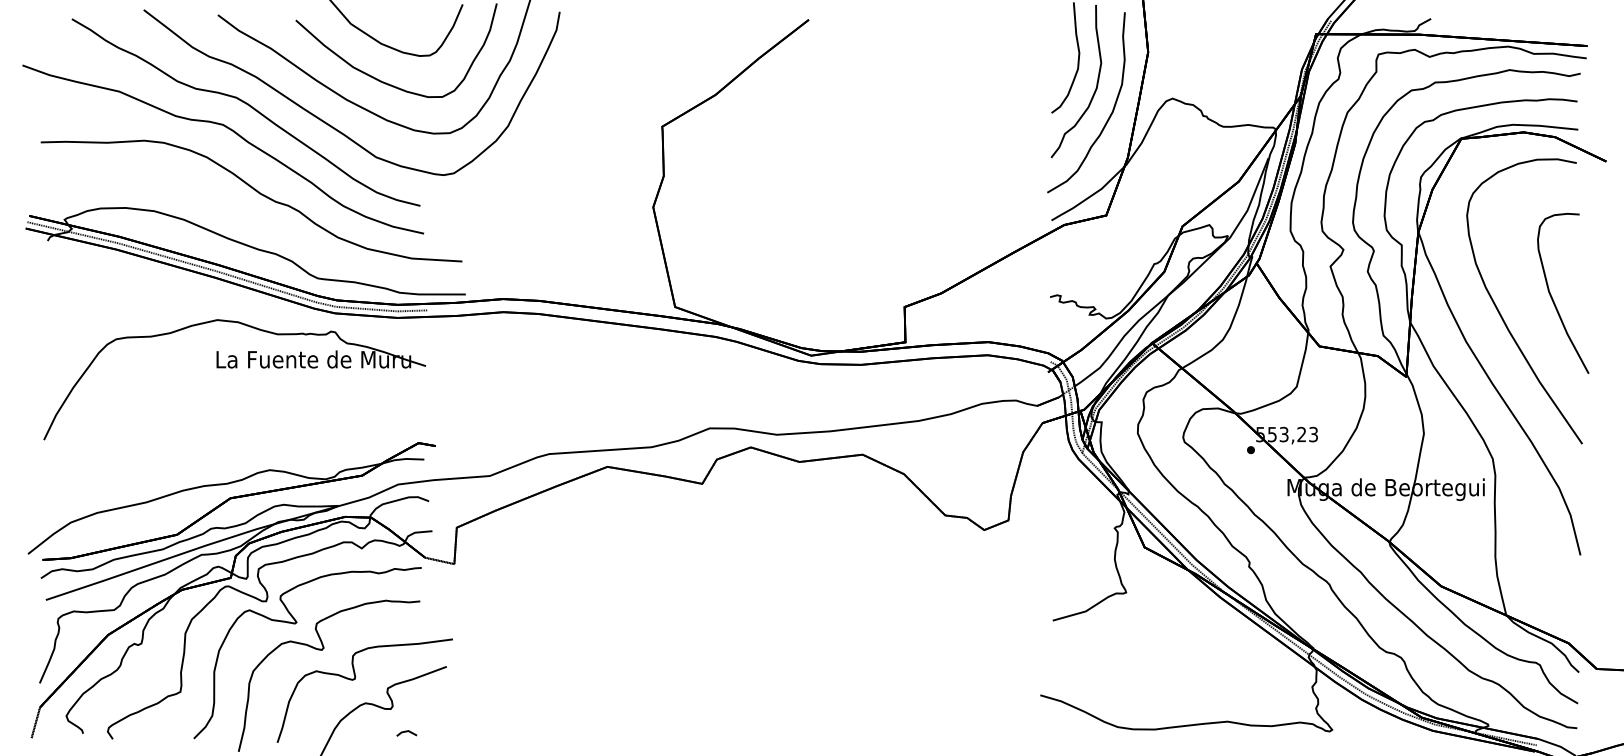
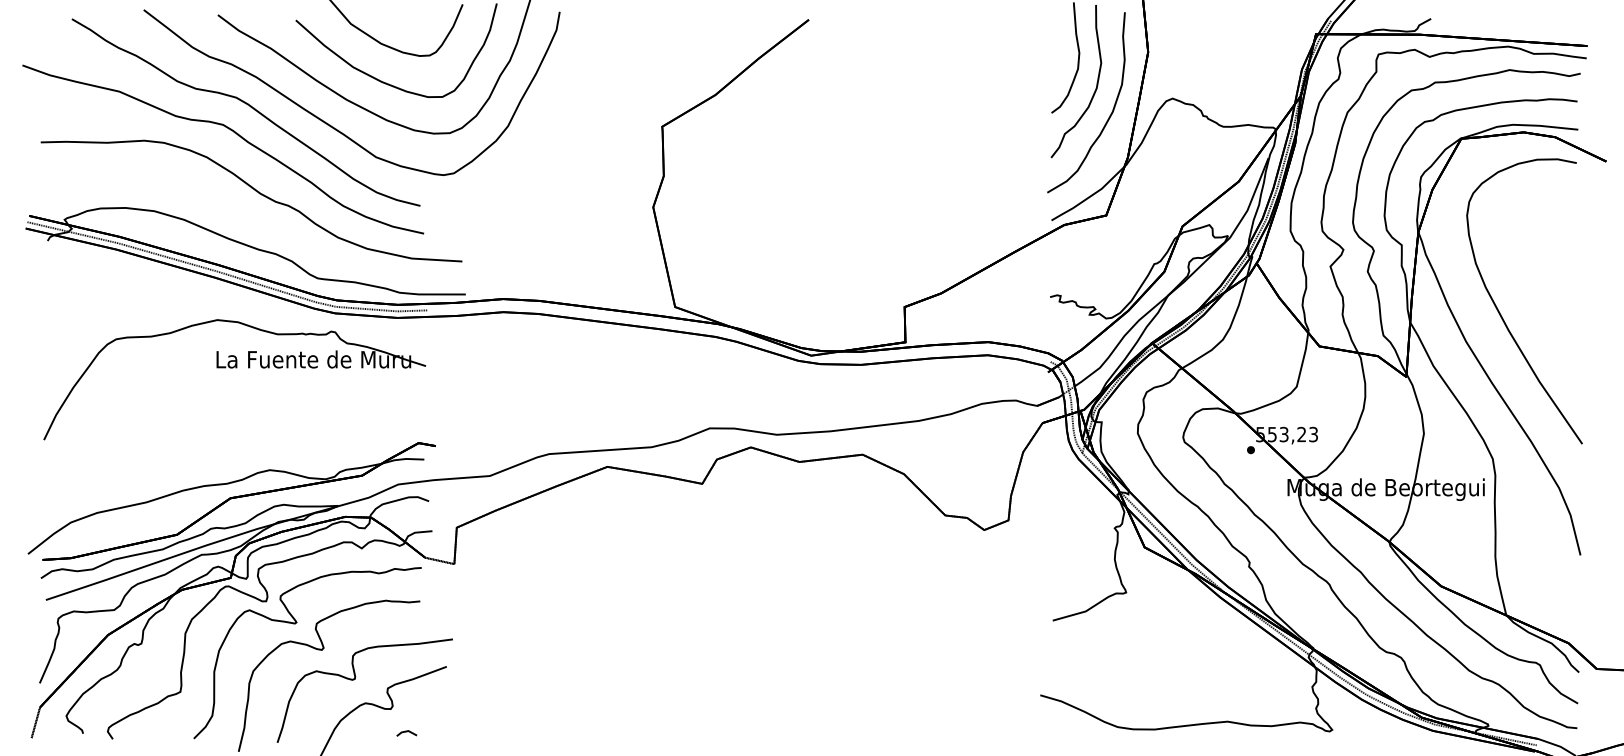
part at (1552, 296): present -> none
